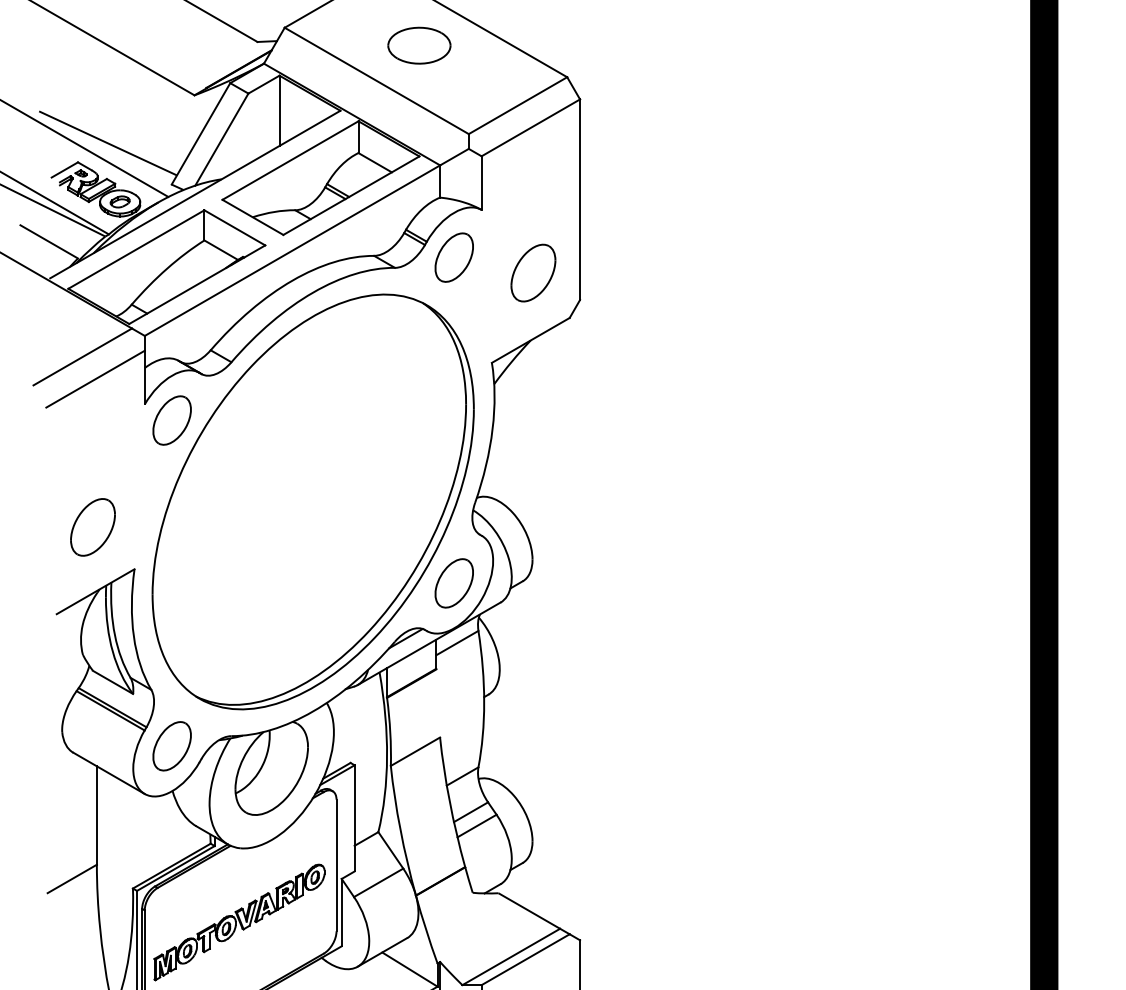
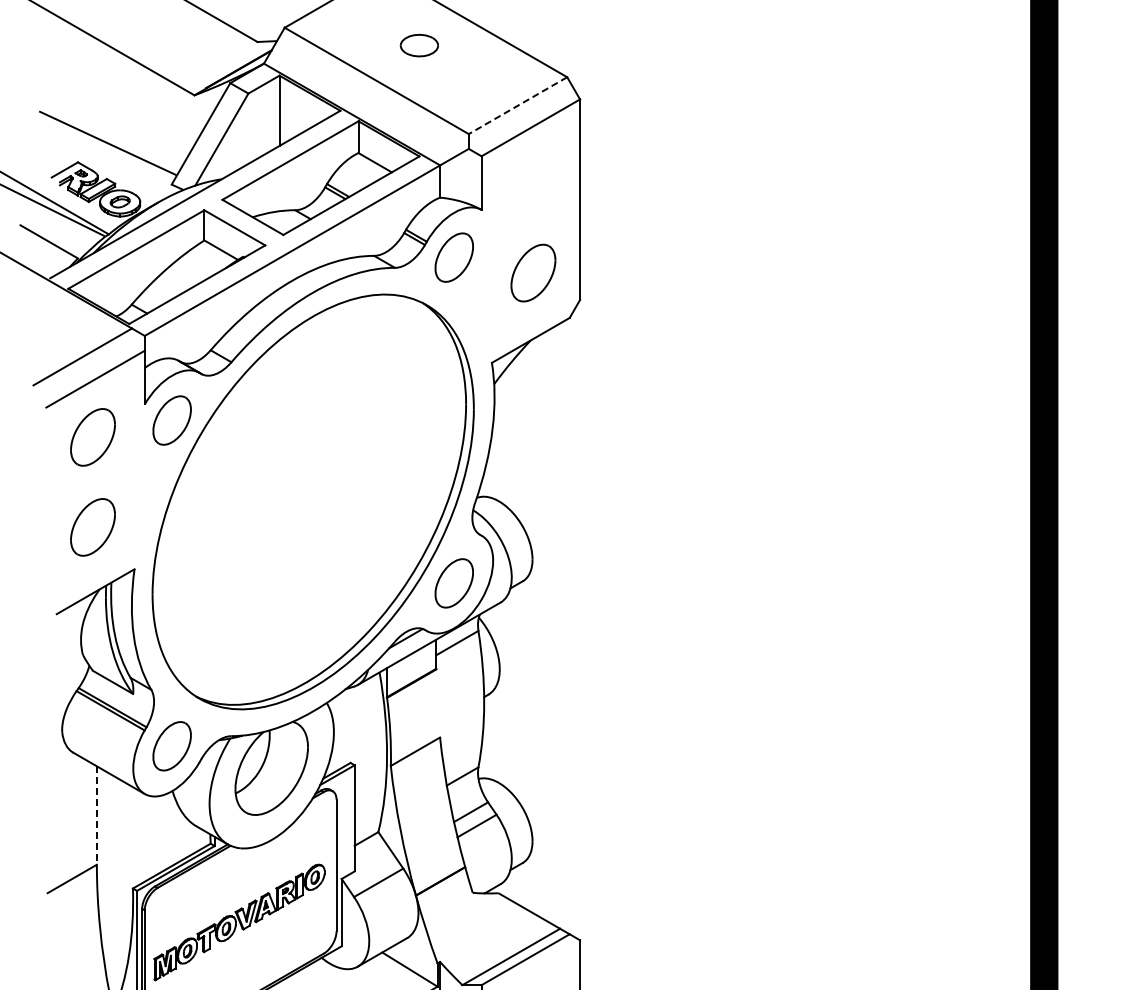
part at (419, 45) size: 65x39 px -> 40x25 px
line at (518, 105): solid -> dashed
line at (85, 148): present -> none
part at (92, 437): none -> present
line at (96, 816): solid -> dashed
